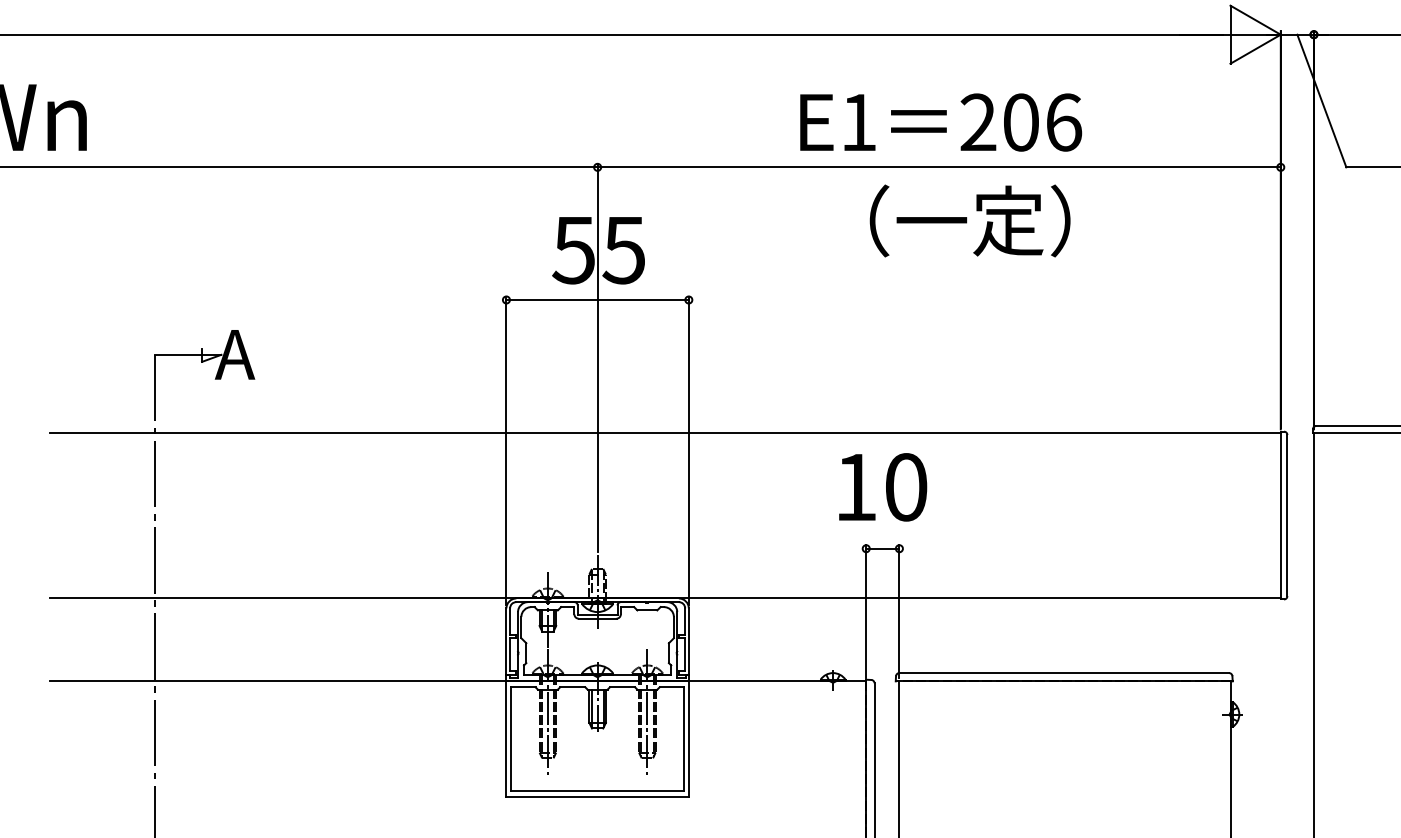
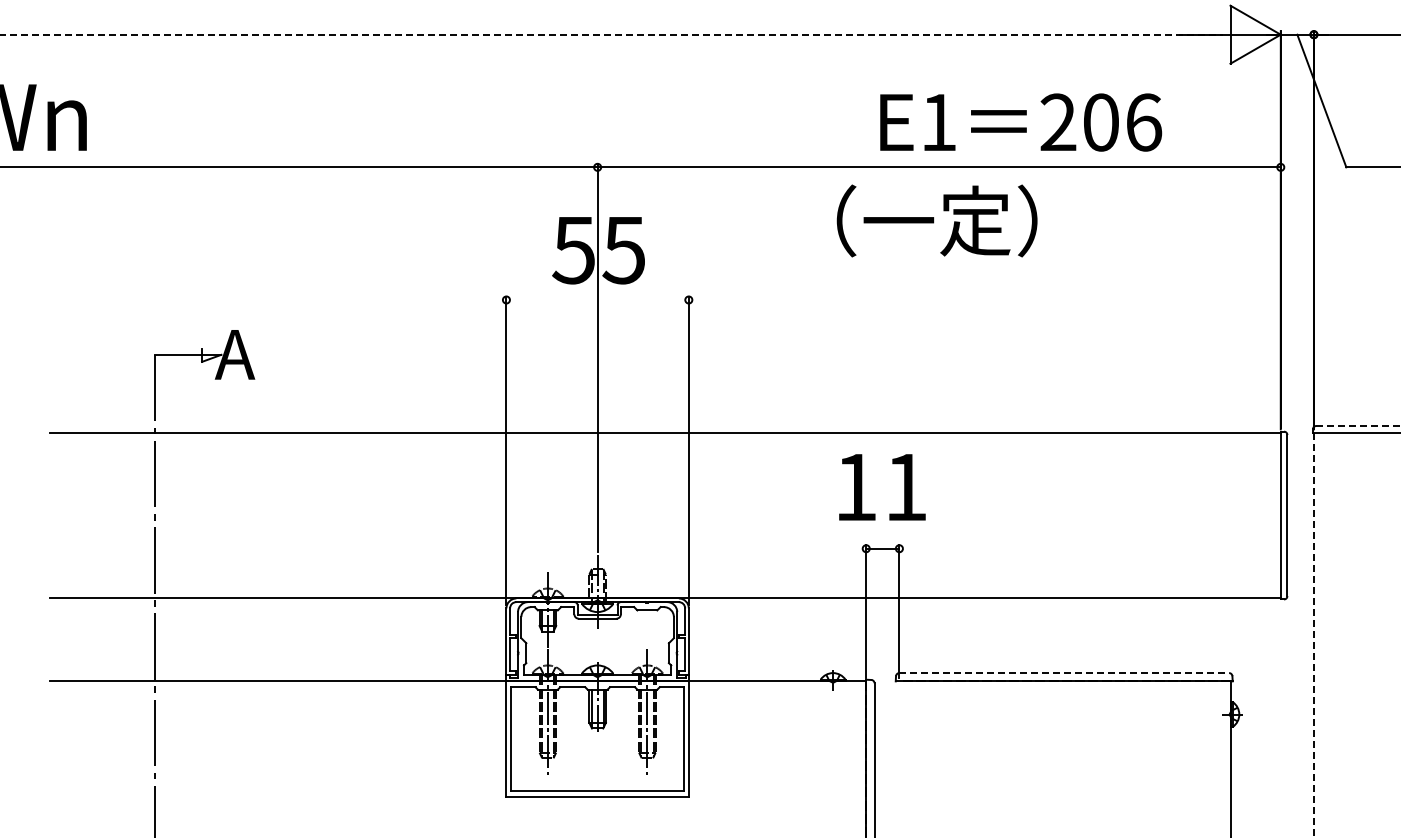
line at (611, 34): solid -> dashed
text at (941, 122) position: (941, 122) -> (1021, 122)
text at (969, 220) position: (969, 220) -> (936, 220)
line at (597, 300): present -> none
line at (1359, 426): solid -> dashed
text at (906, 487): 10 -> 11
line at (1313, 635): solid -> dashed
line at (1064, 673): solid -> dashed
line at (899, 757): present -> none
